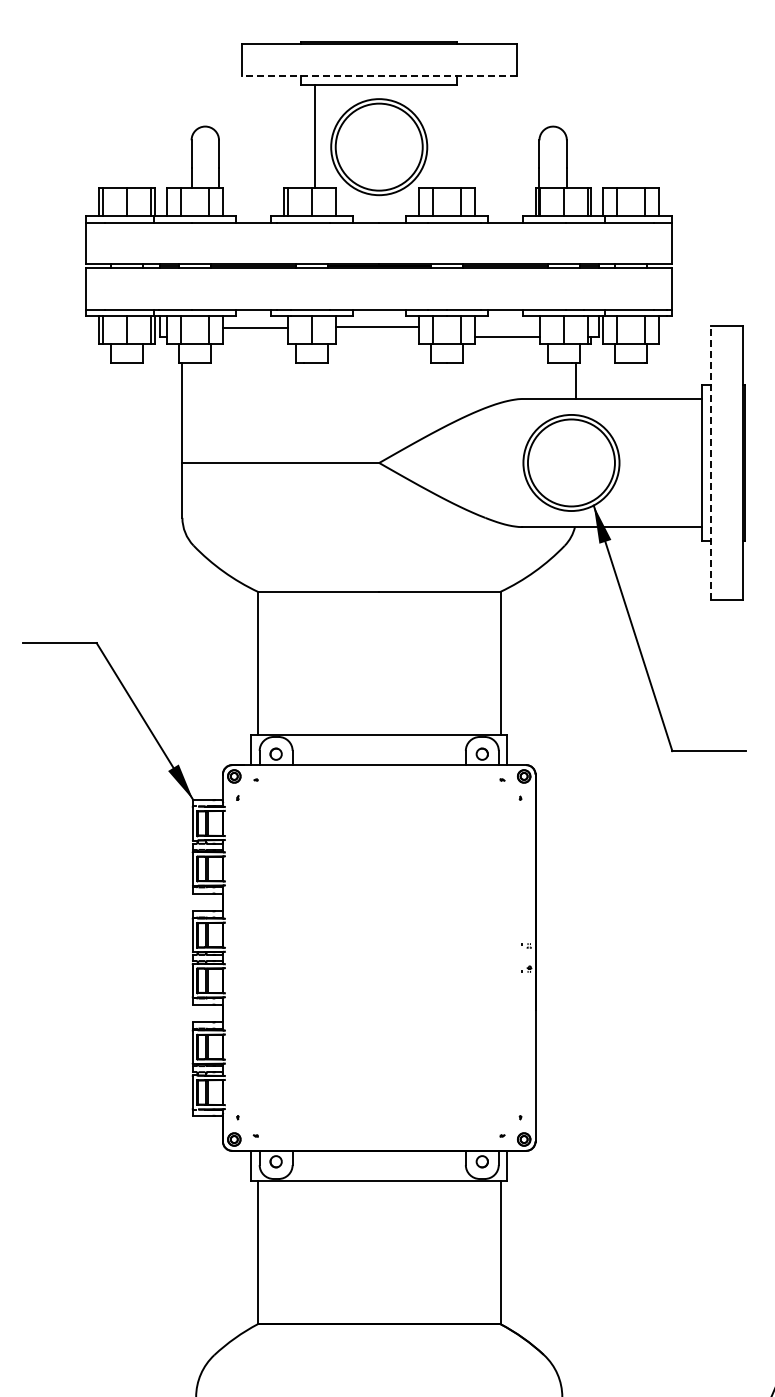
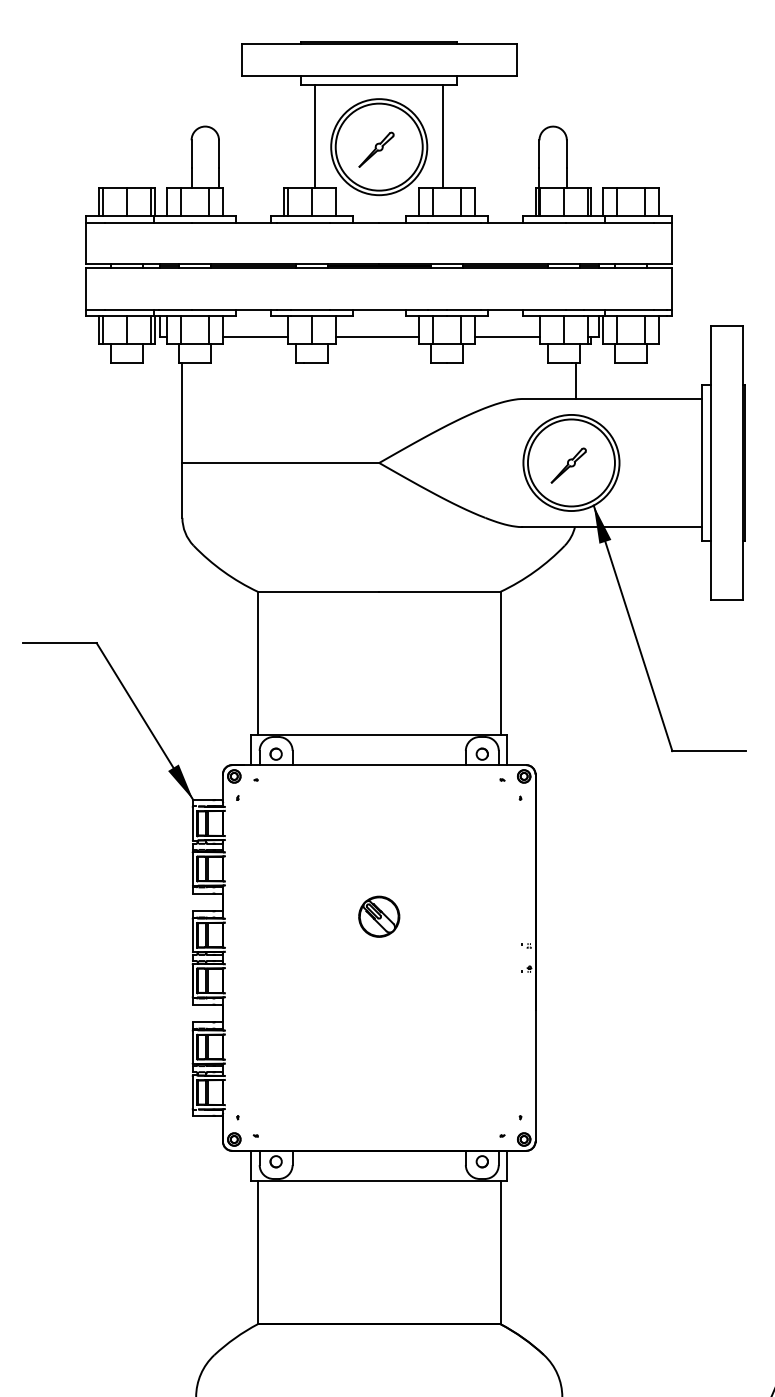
line at (378, 76): dashed -> solid
line at (443, 136): none -> present
part at (376, 149): none -> present
line at (377, 327) position: (377, 327) -> (377, 337)
line at (254, 328) position: (254, 328) -> (254, 337)
line at (710, 462): dashed -> solid
part at (568, 465): none -> present
part at (379, 916): none -> present
